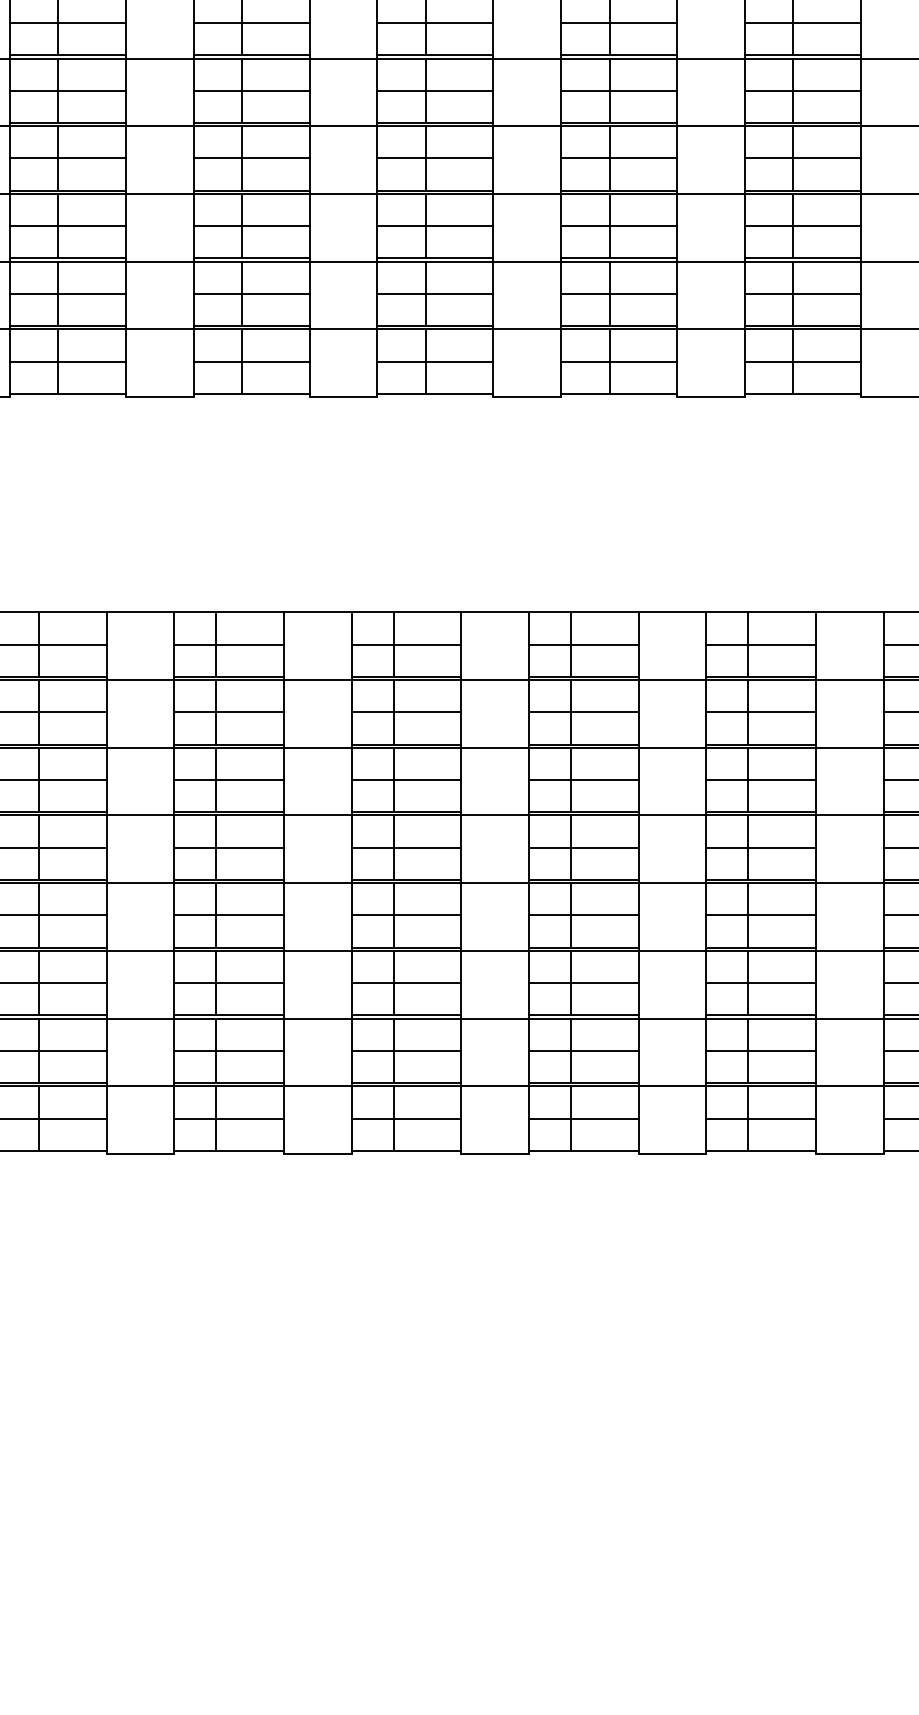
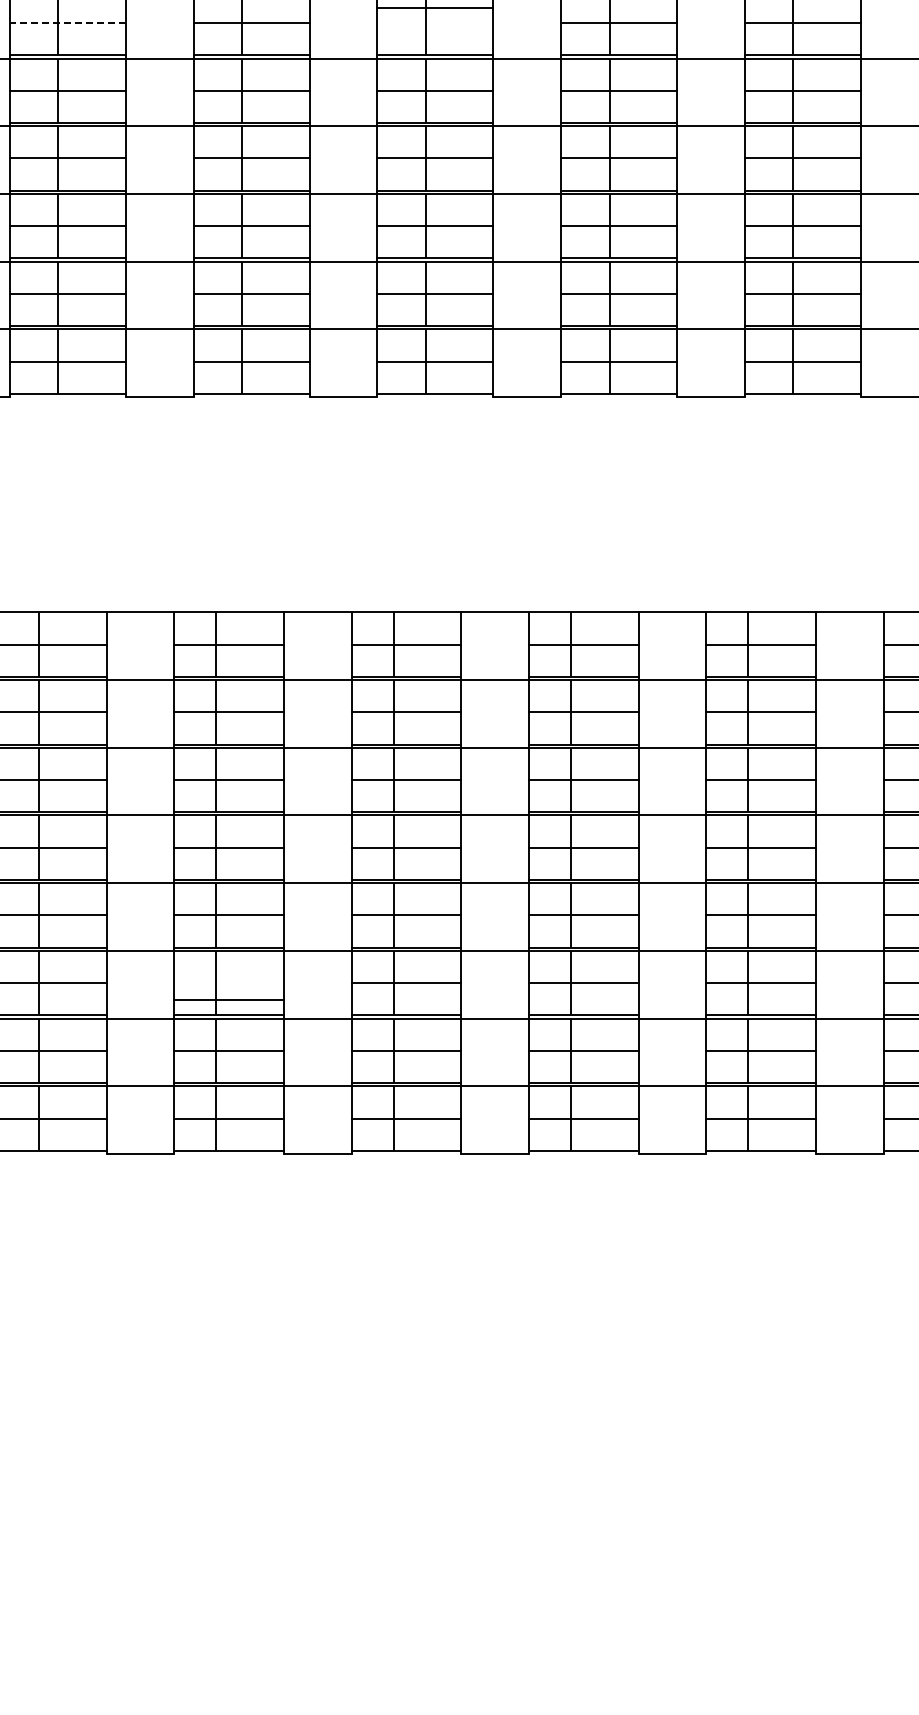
line at (67, 23): solid -> dashed
line at (435, 23) position: (435, 23) -> (435, 8)
line at (228, 983) position: (228, 983) -> (228, 1000)
